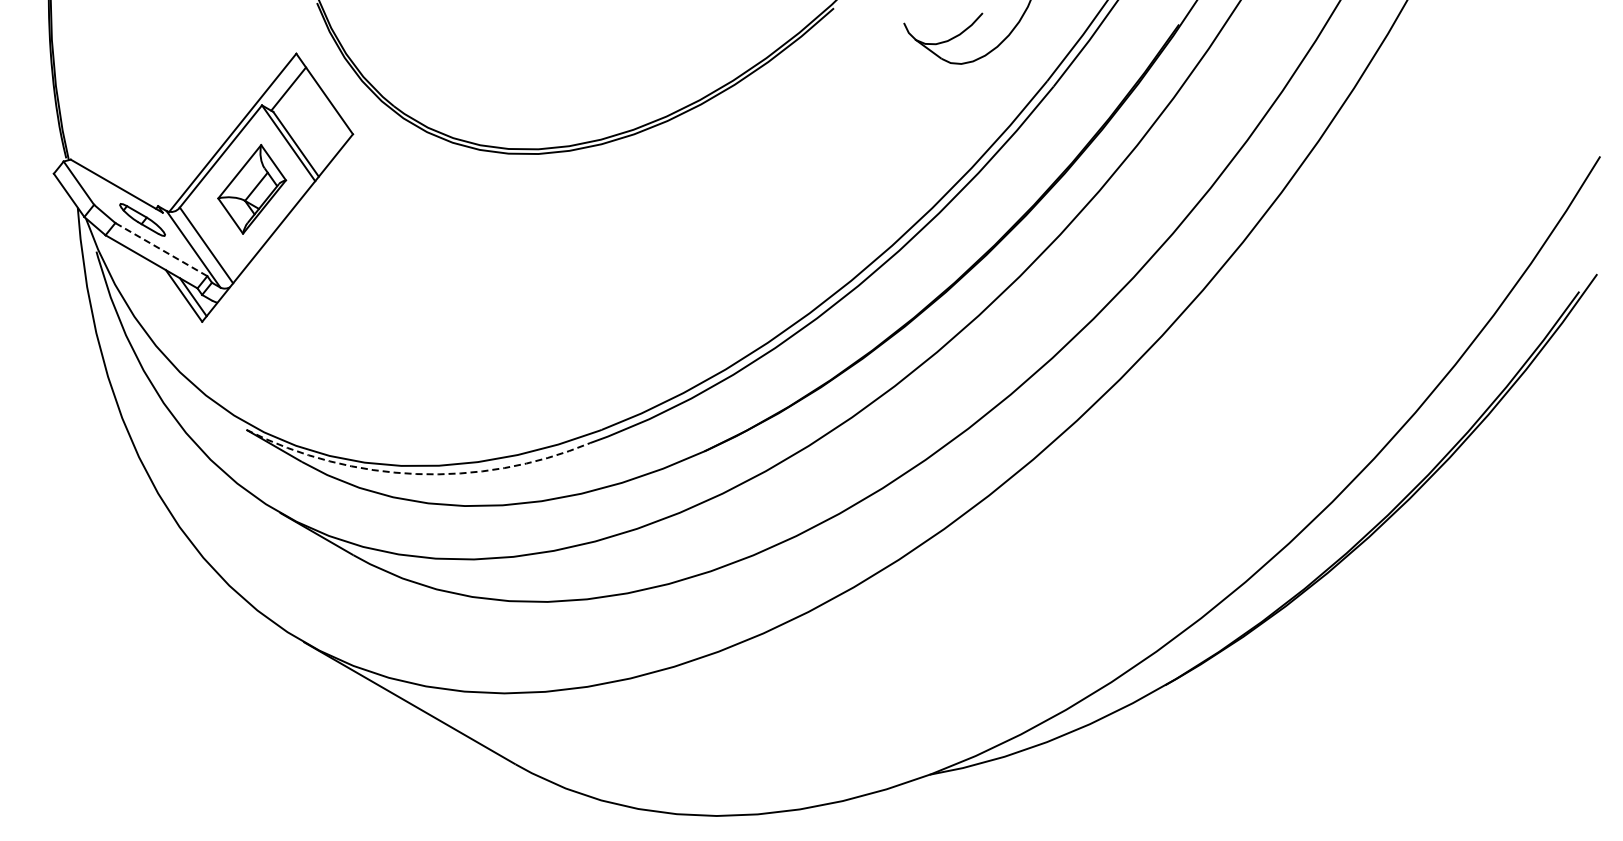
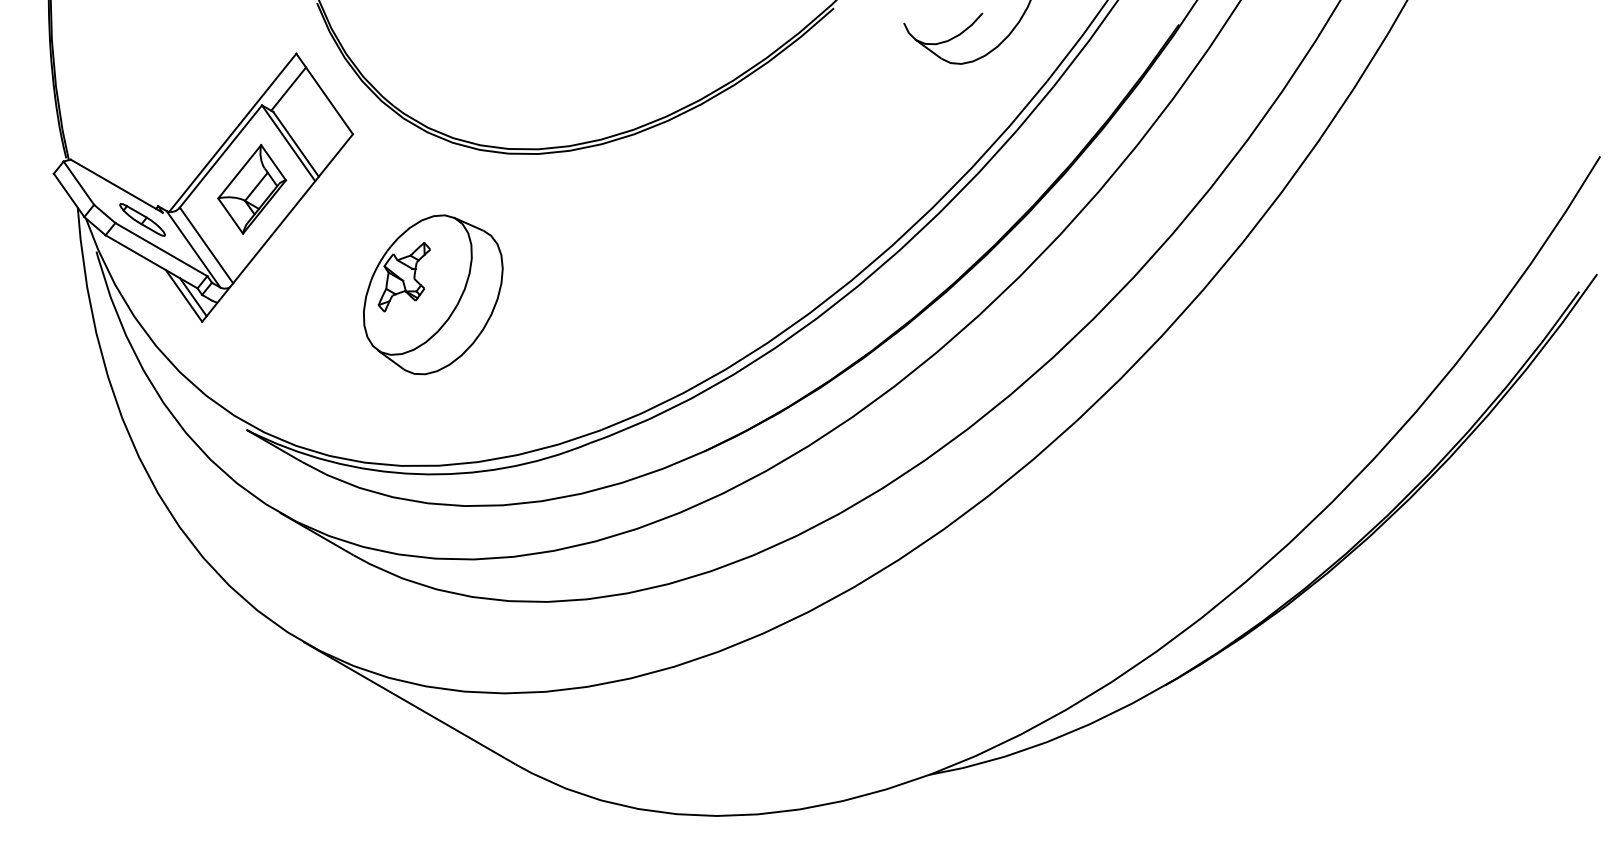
line at (160, 249): dashed -> solid
part at (433, 294): none -> present
arc at (416, 474): dashed -> solid
